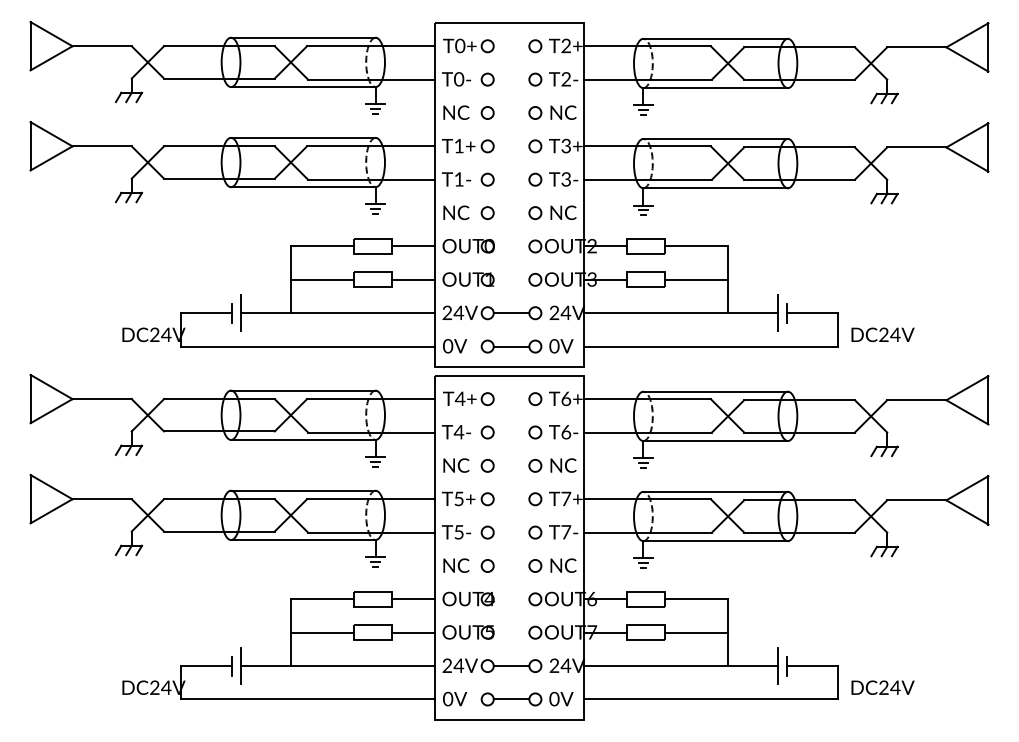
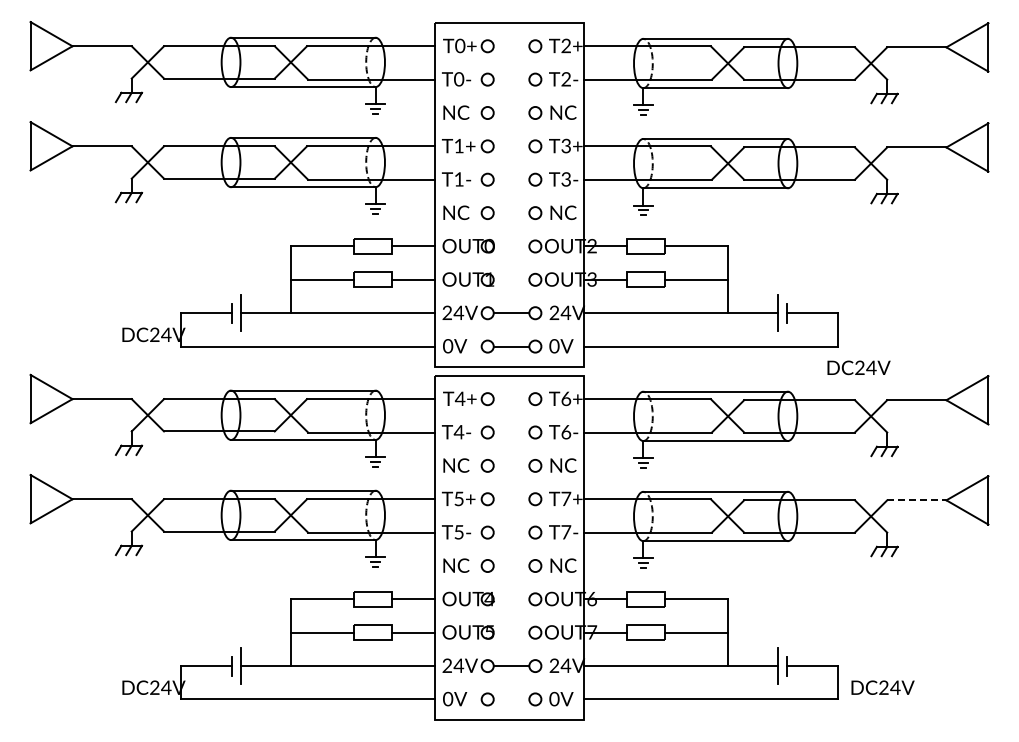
text at (882, 334) position: (882, 334) -> (858, 367)
line at (916, 500): solid -> dashed
line at (511, 699): present -> none
